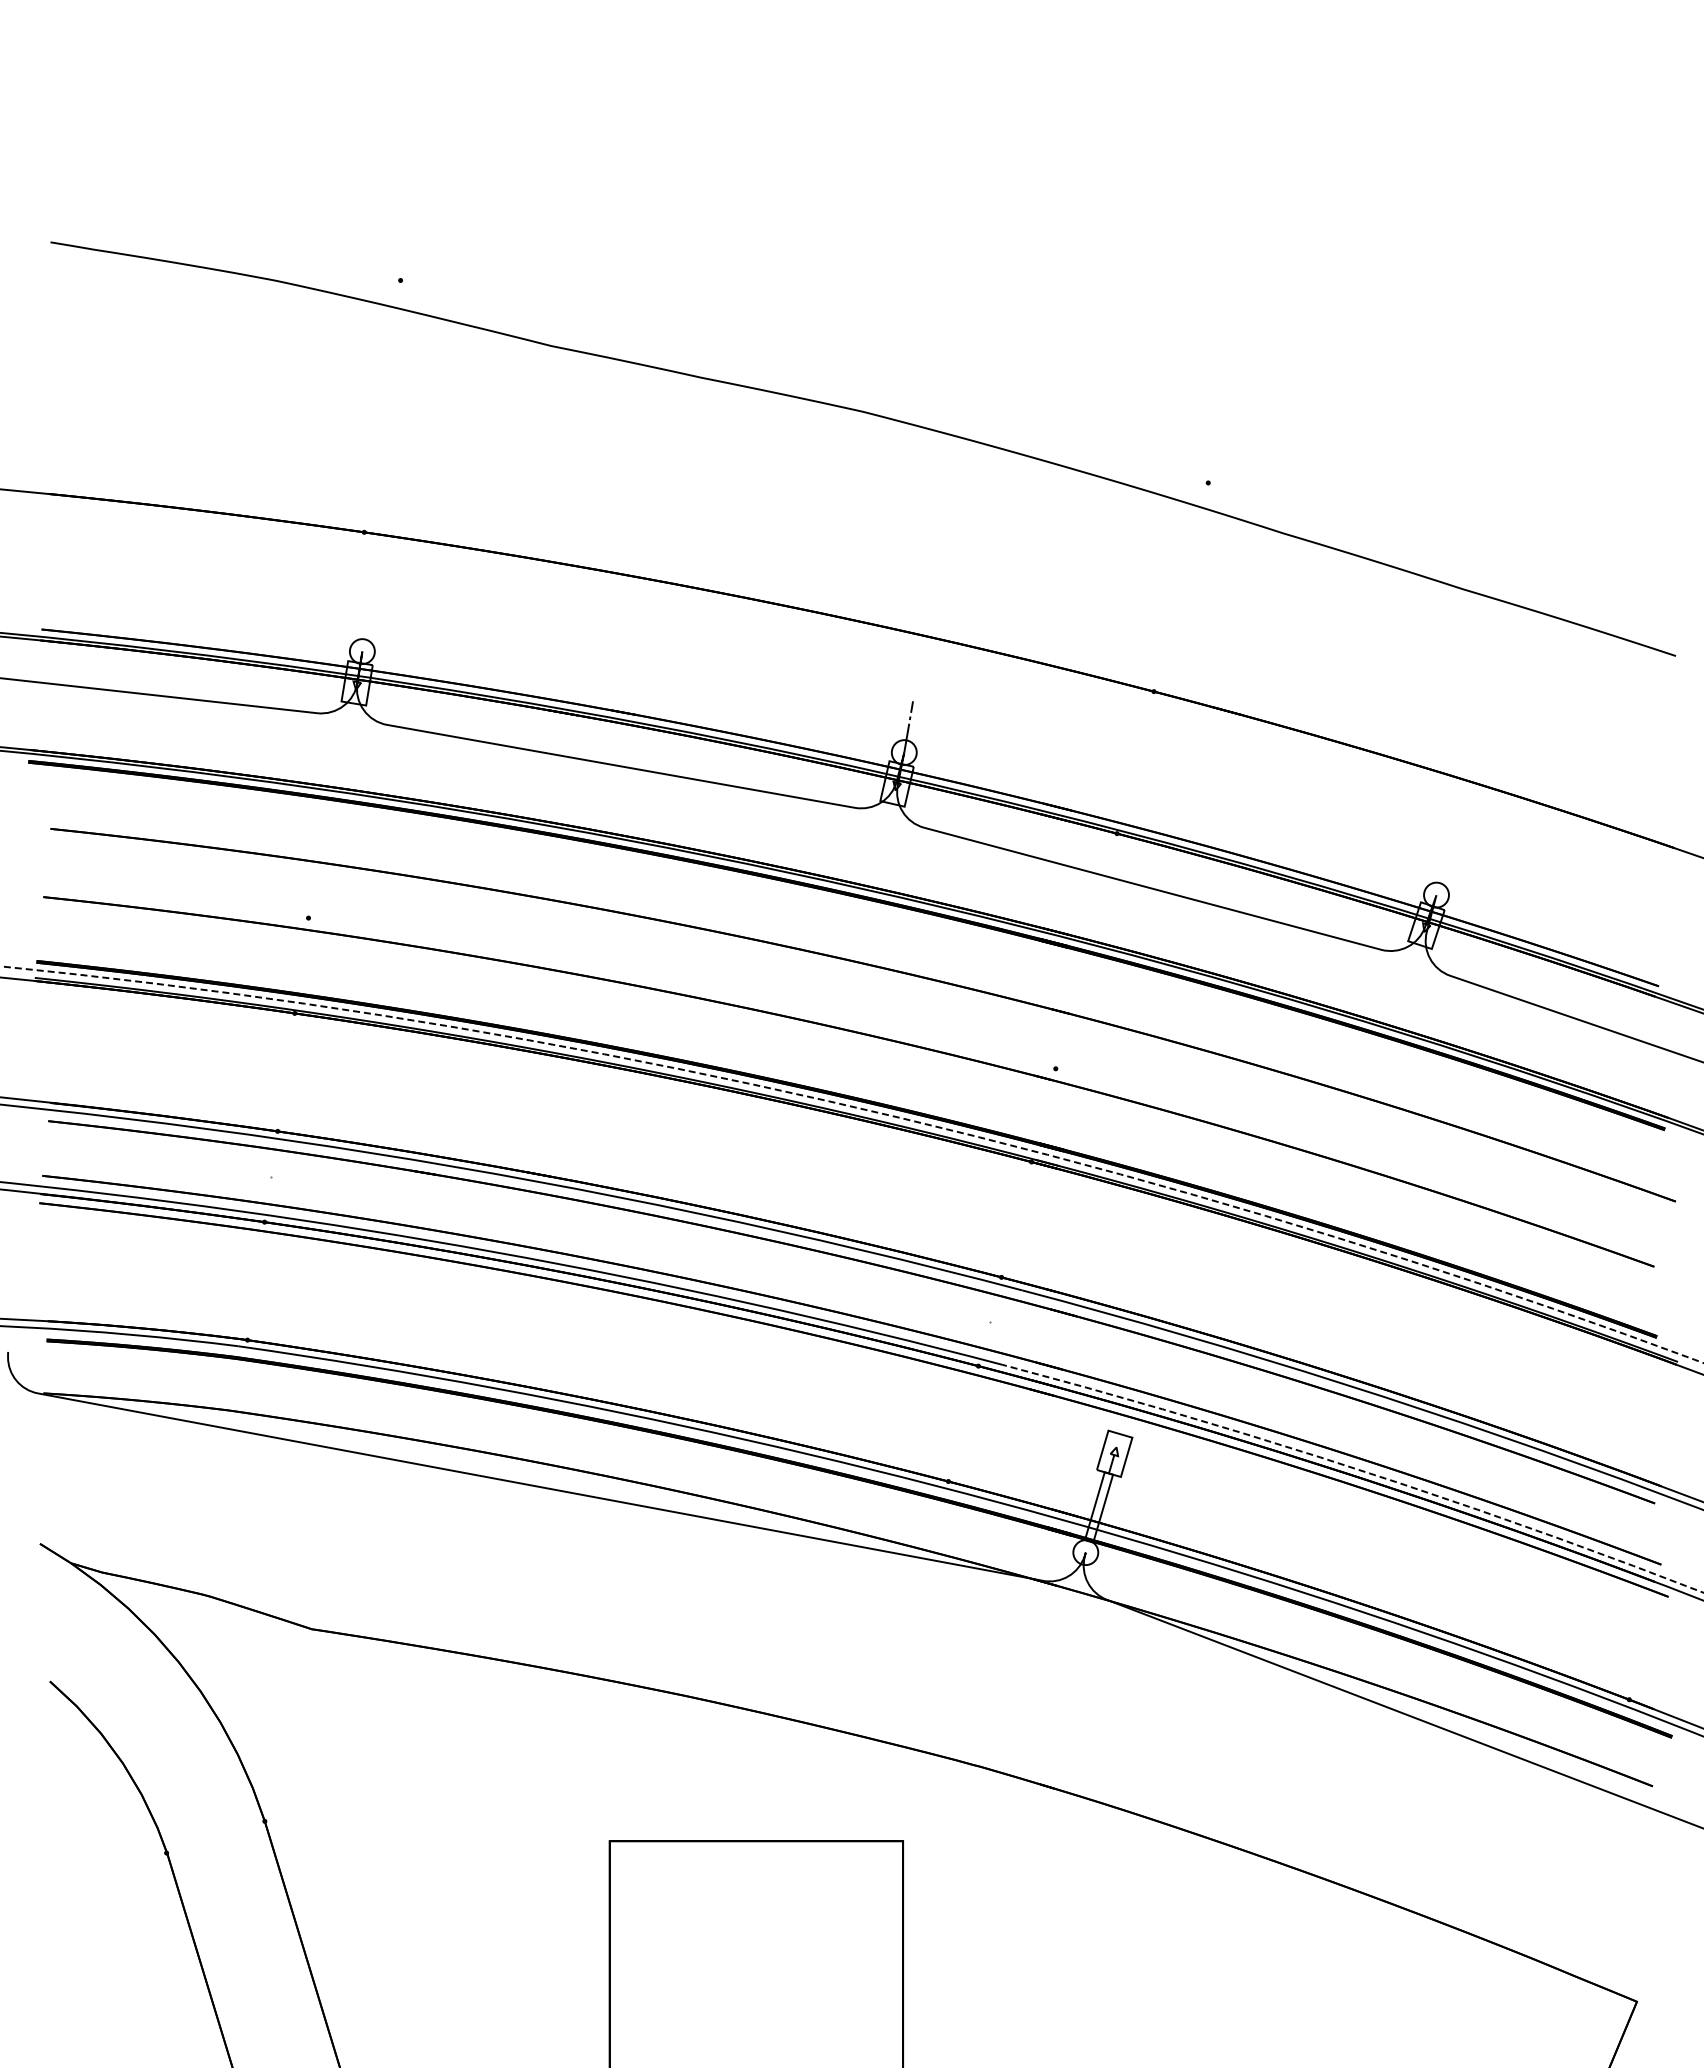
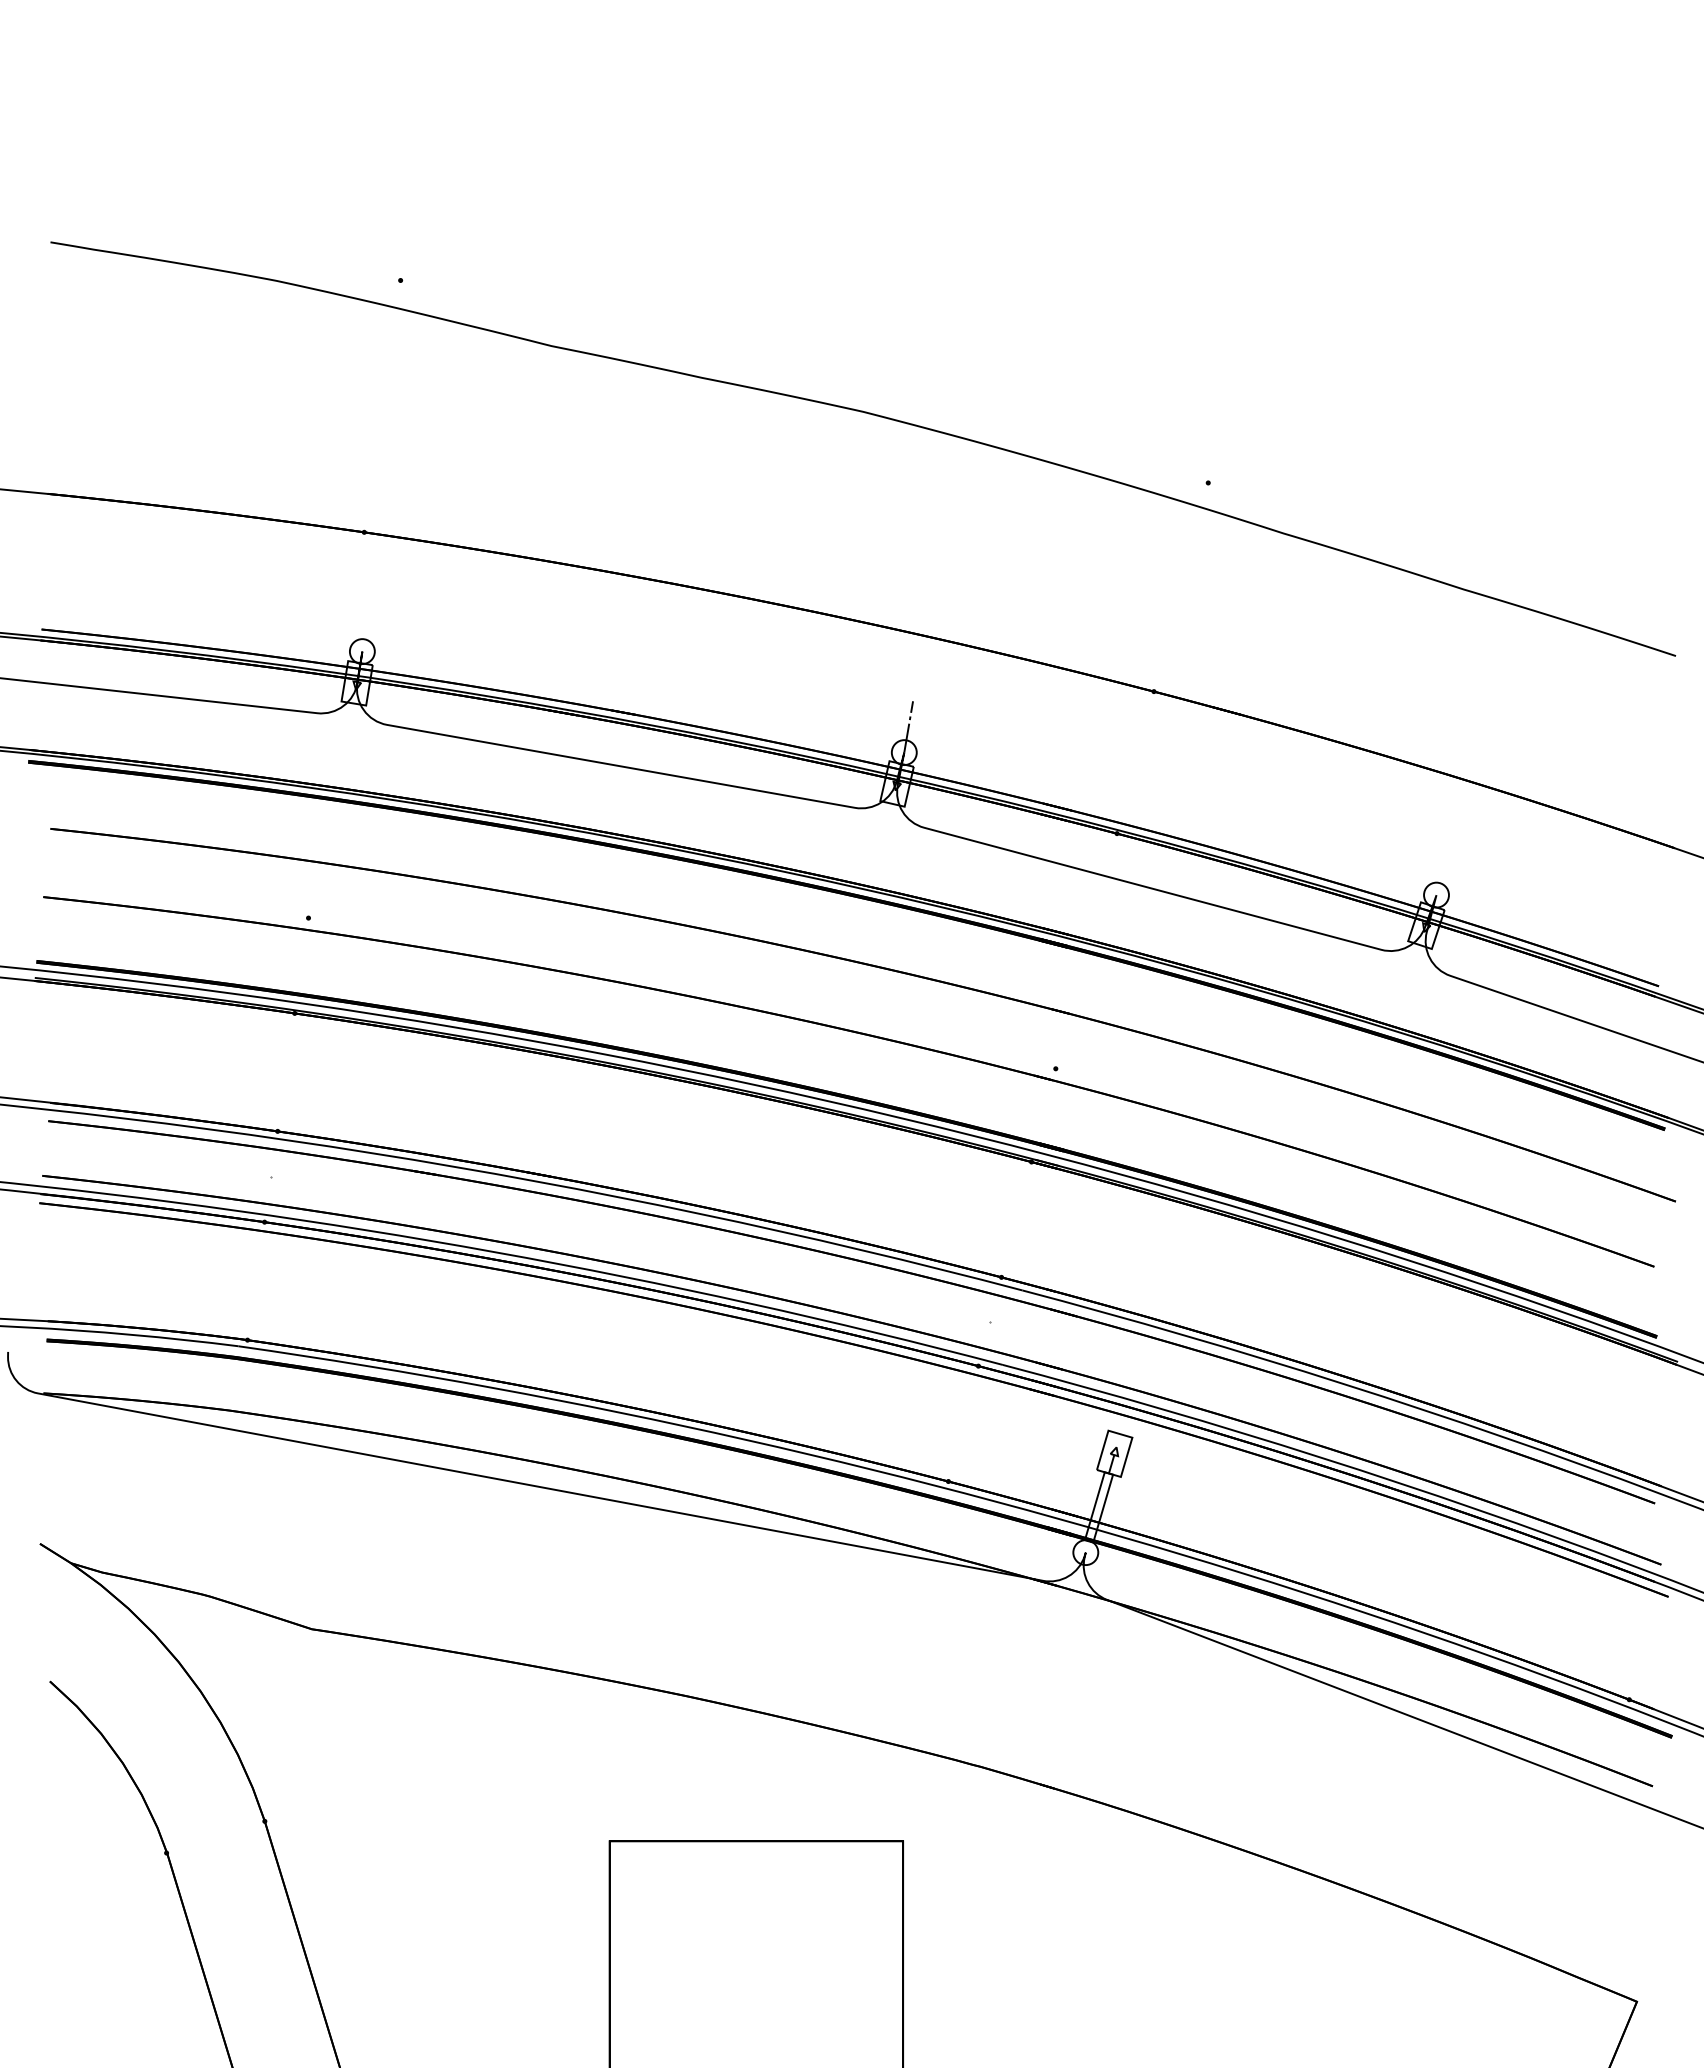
line at (864, 1109): dashed -> solid
arc at (1356, 1469): dashed -> solid
